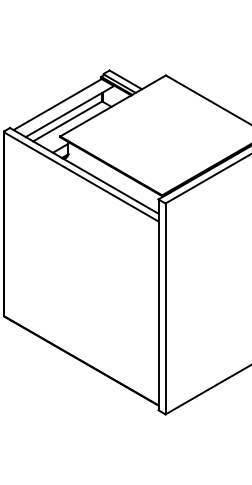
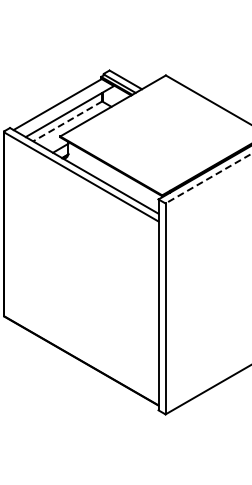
line at (67, 121): solid -> dashed
line at (208, 179): solid -> dashed
